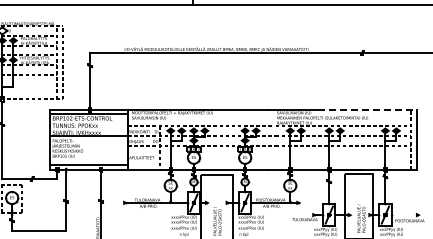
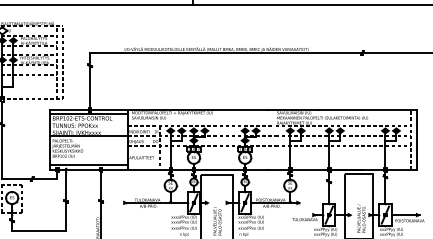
line at (368, 110): dashed -> solid
line at (405, 215): none -> present
